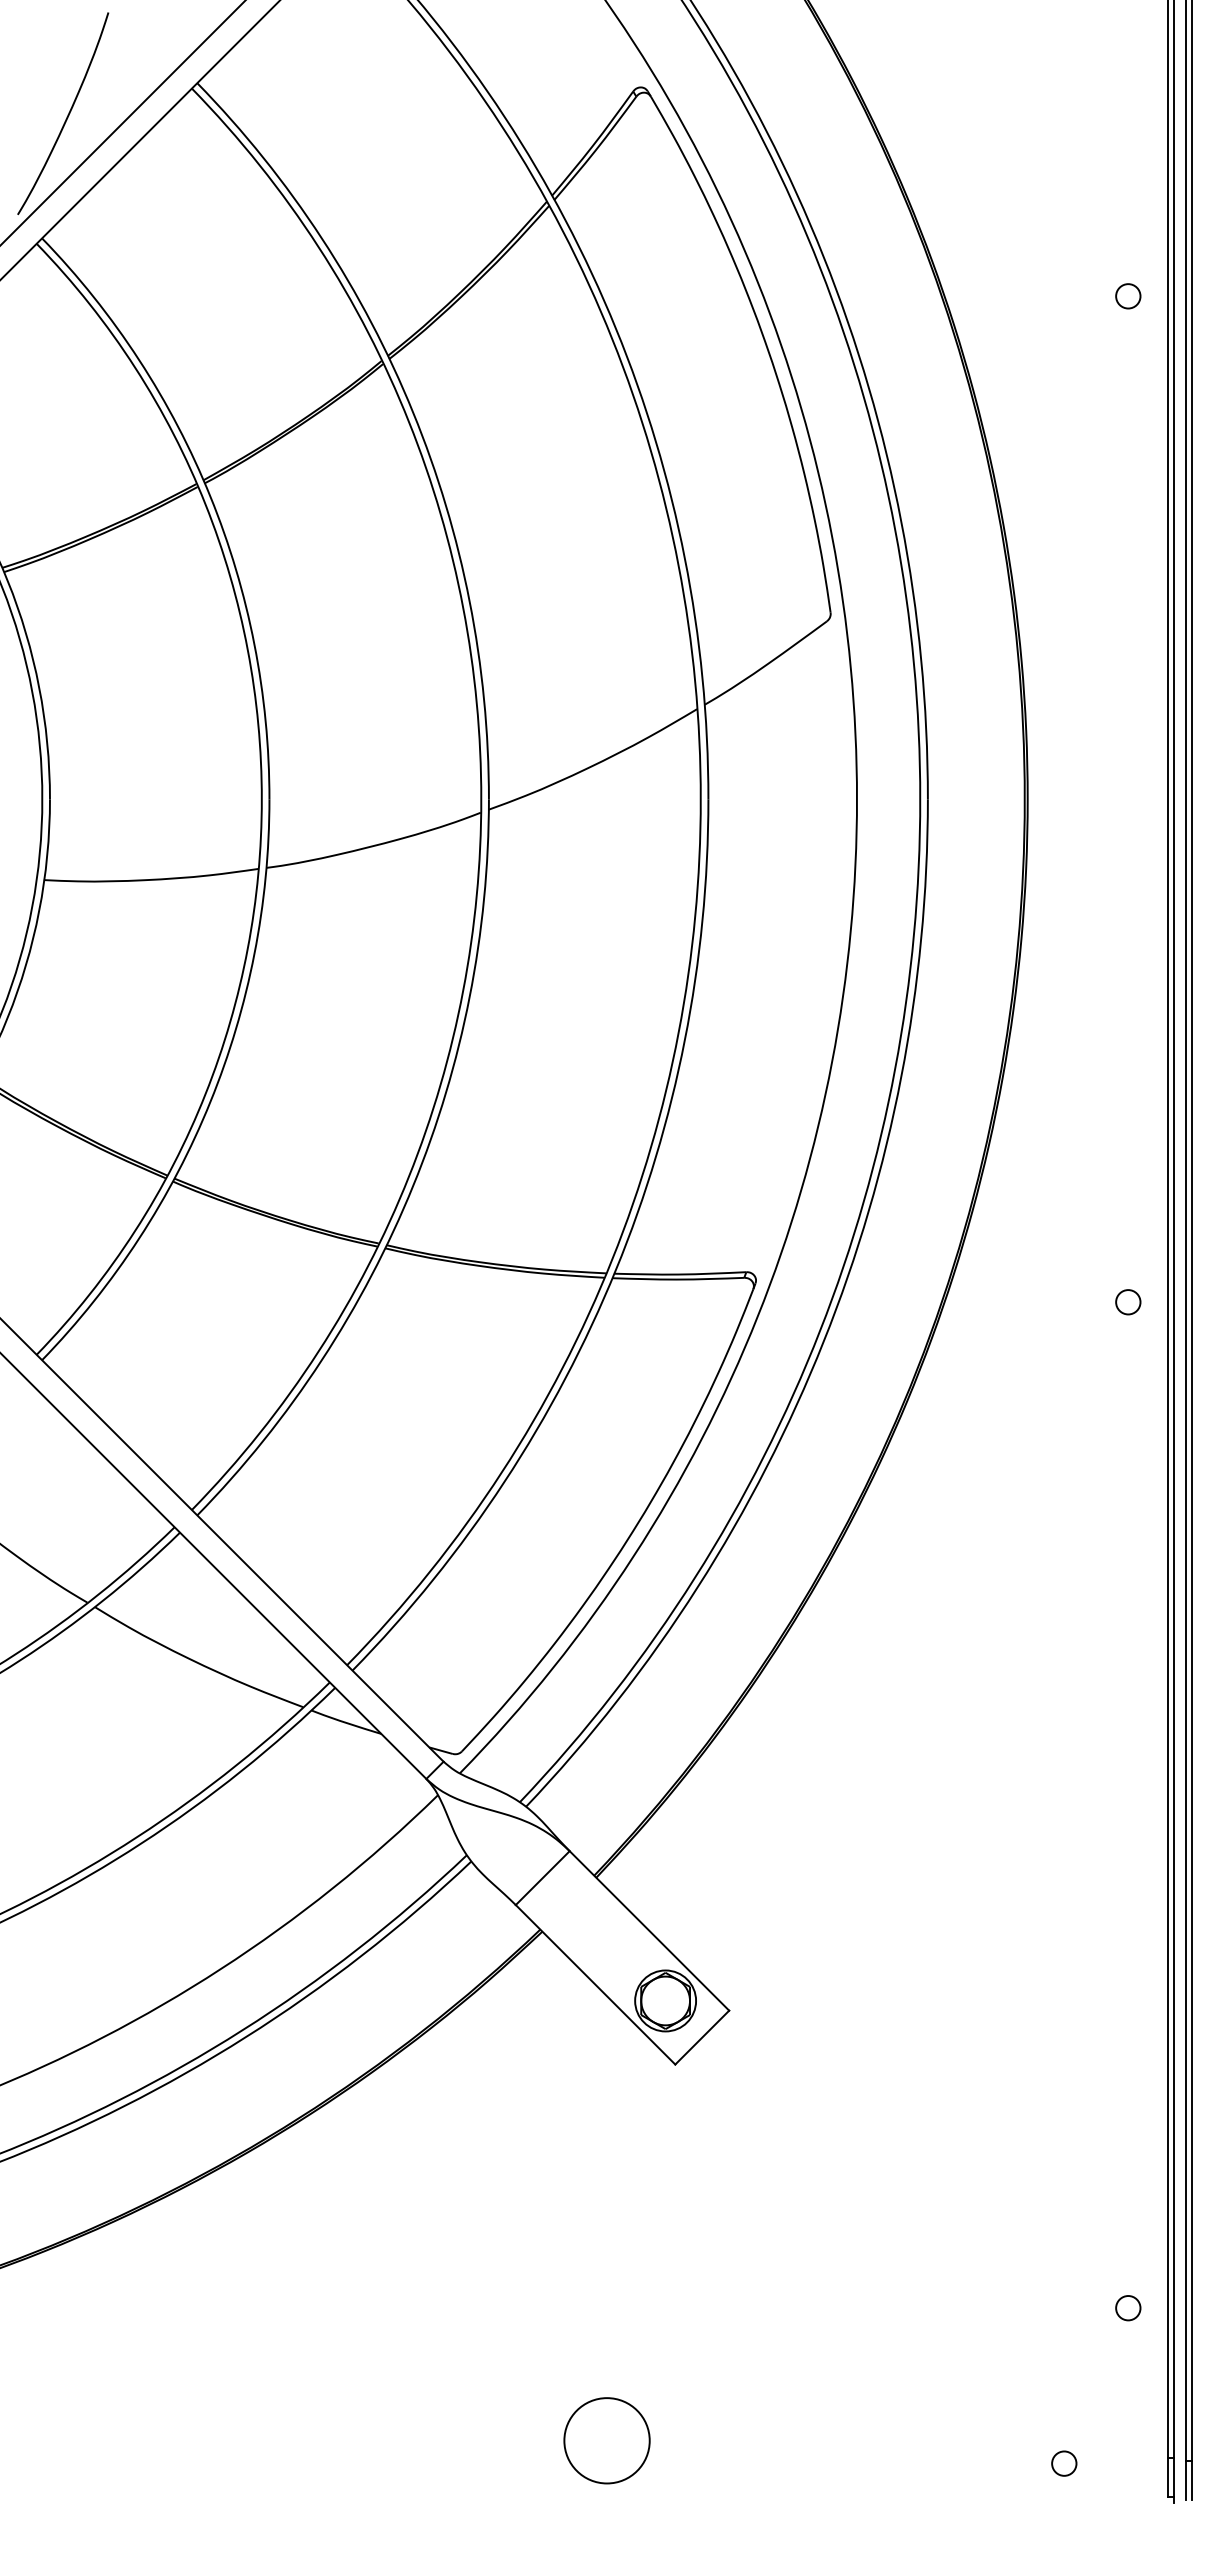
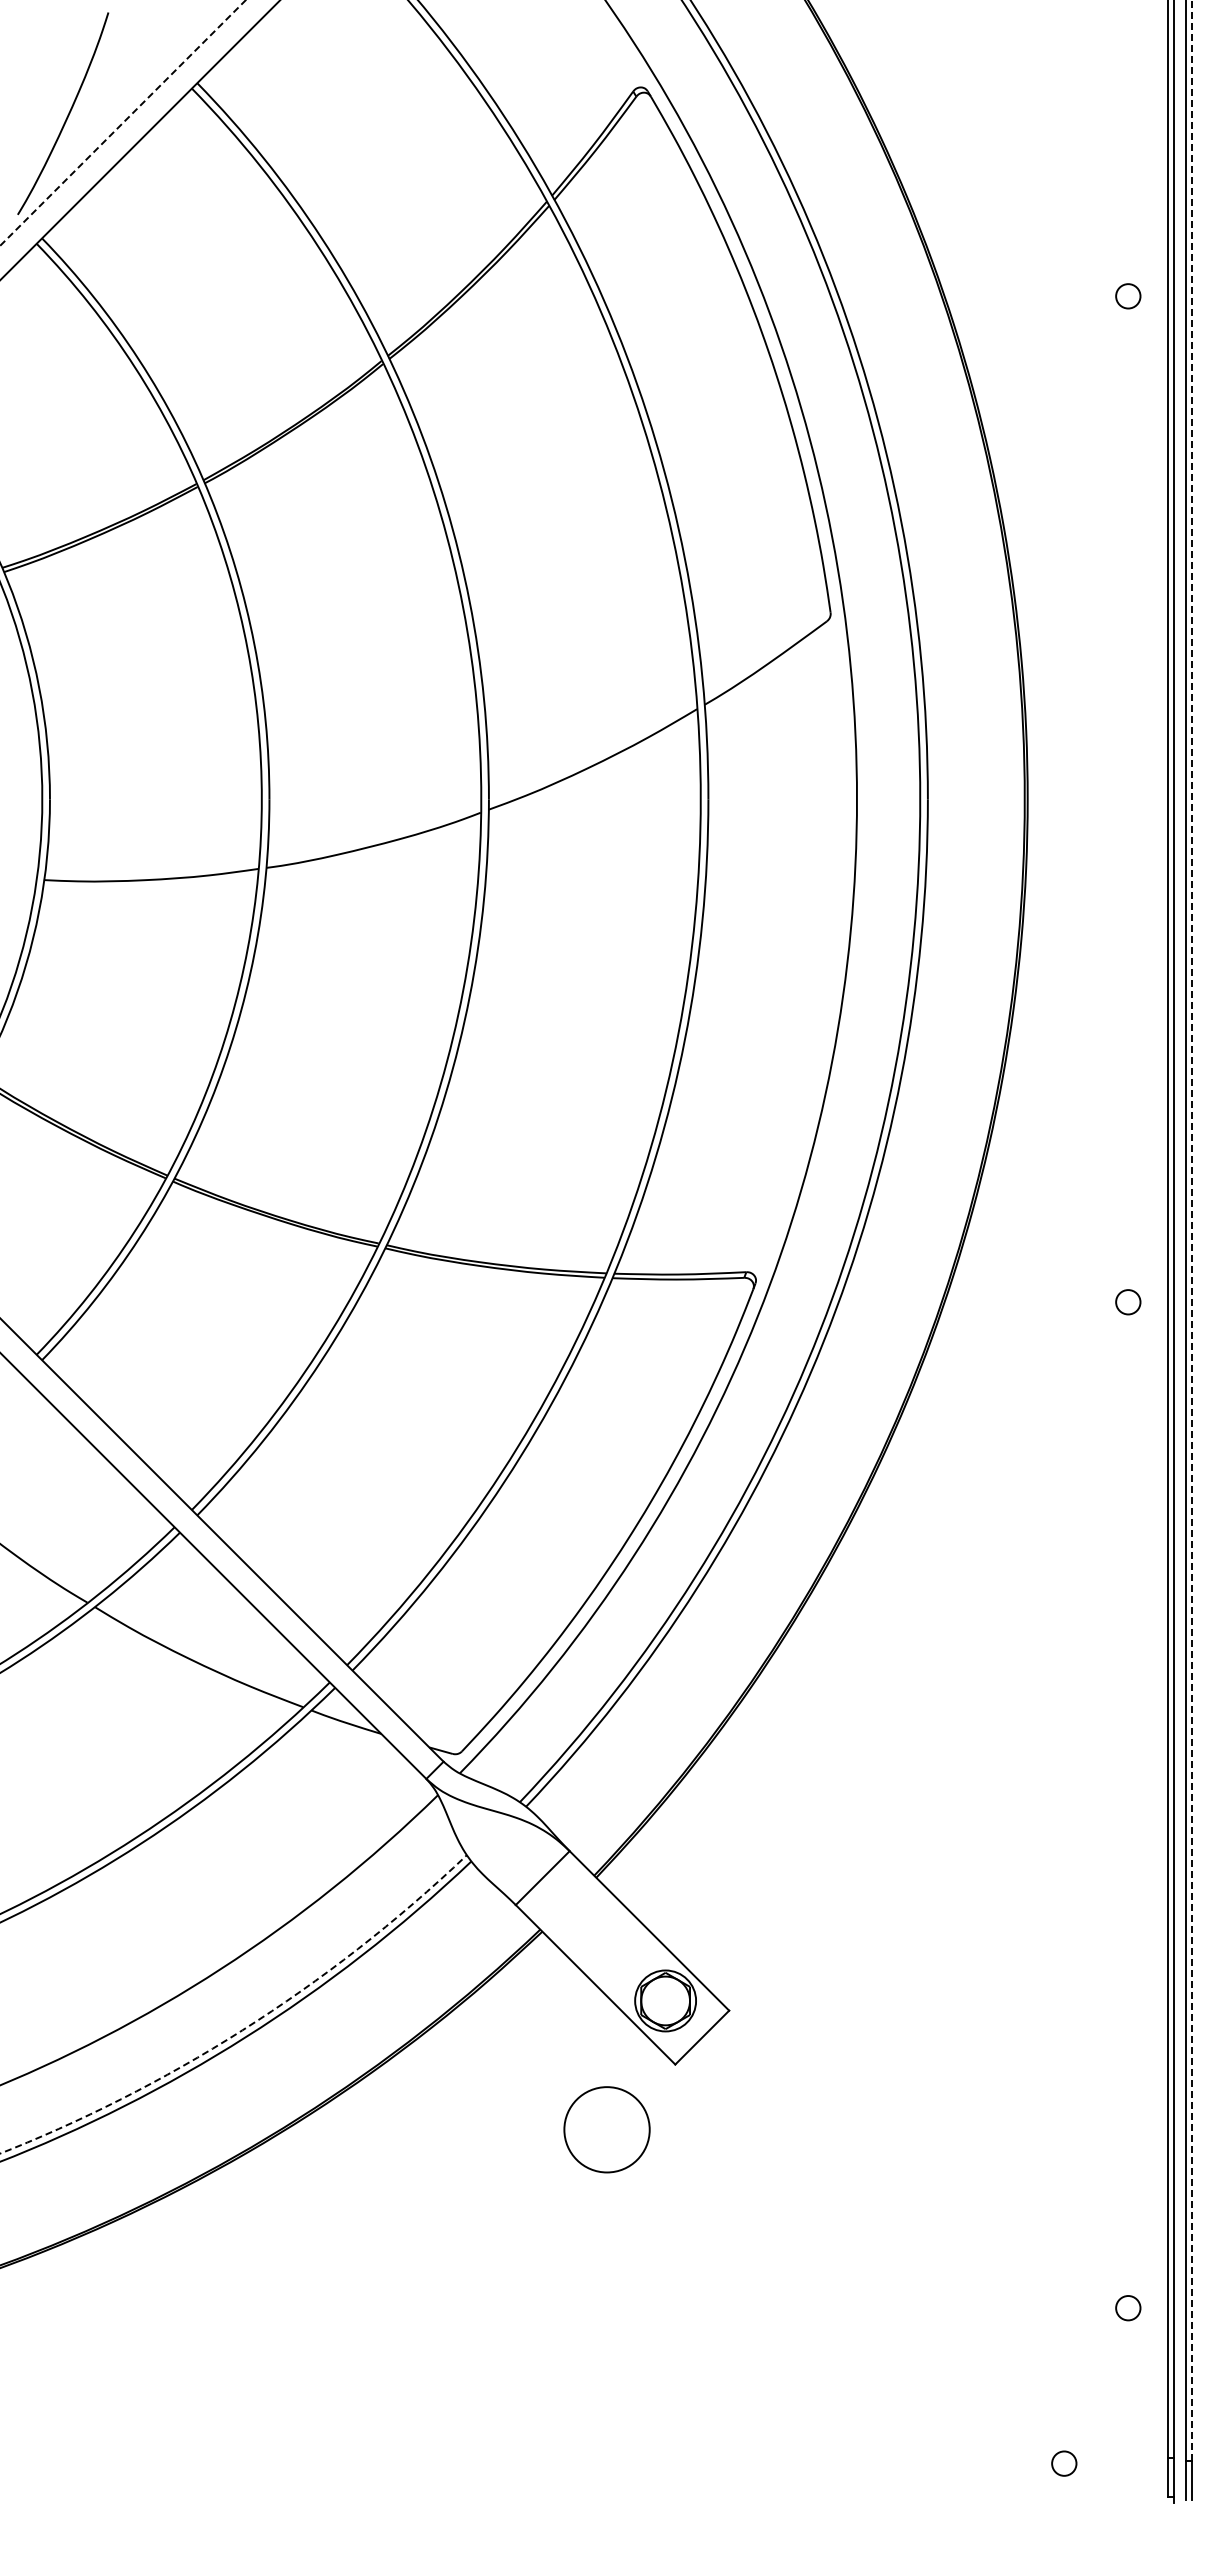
line at (123, 122): solid -> dashed
line at (1192, 1230): solid -> dashed
arc at (248, 2026): solid -> dashed
circle at (606, 2440) position: (606, 2440) -> (606, 2129)
